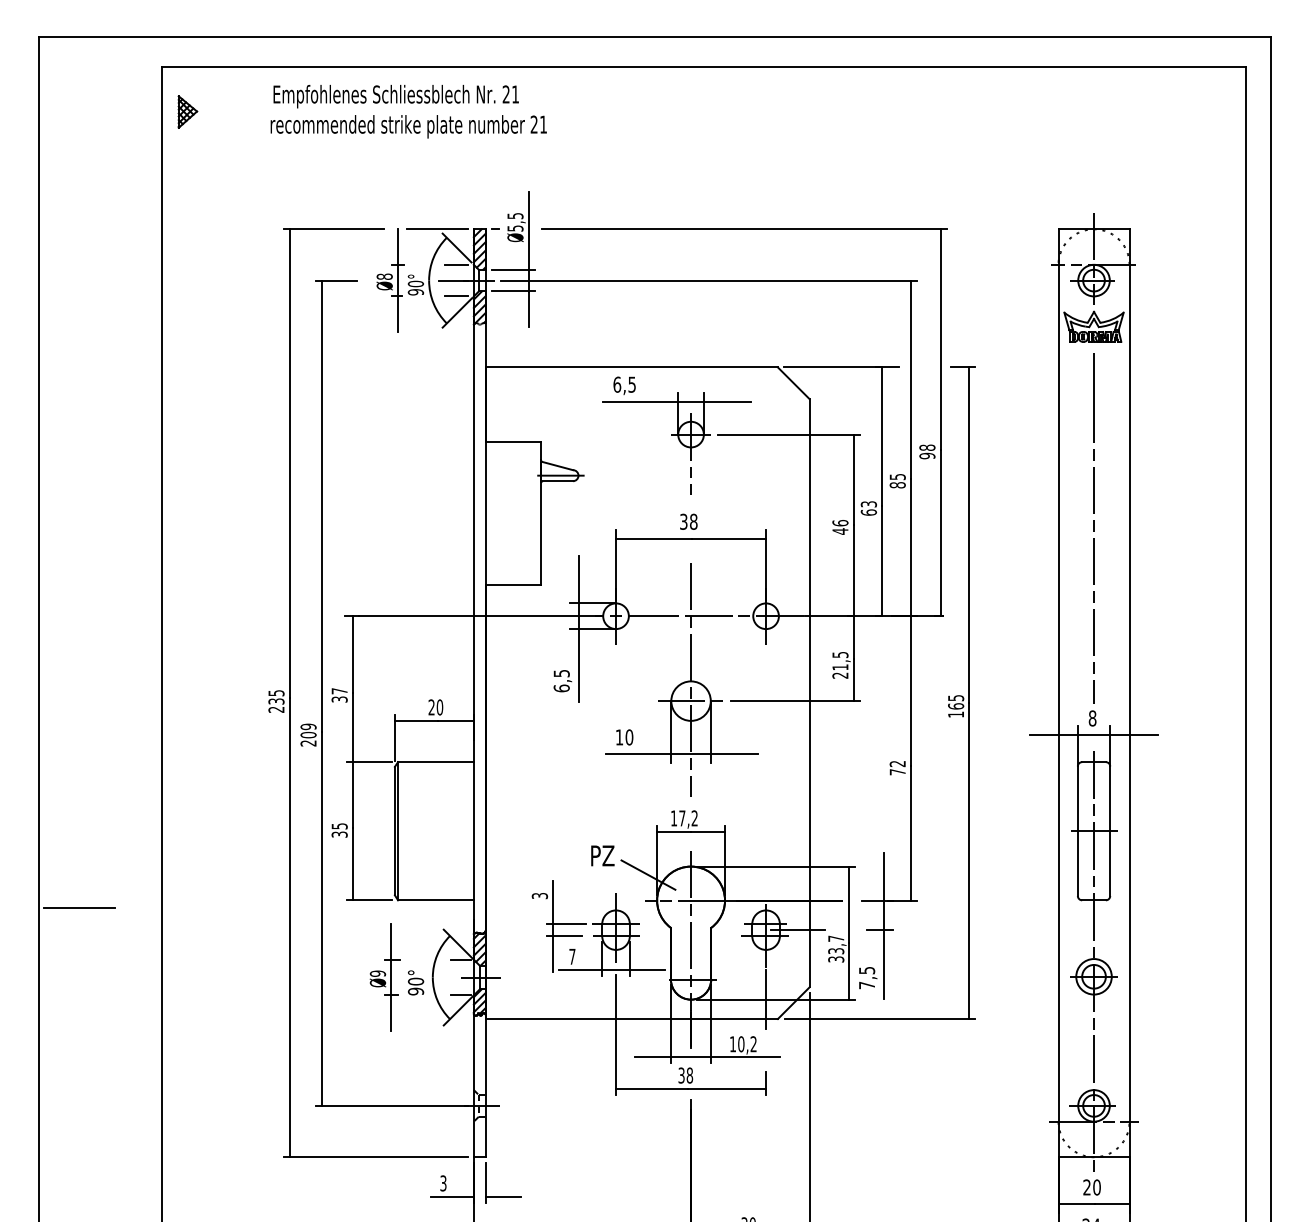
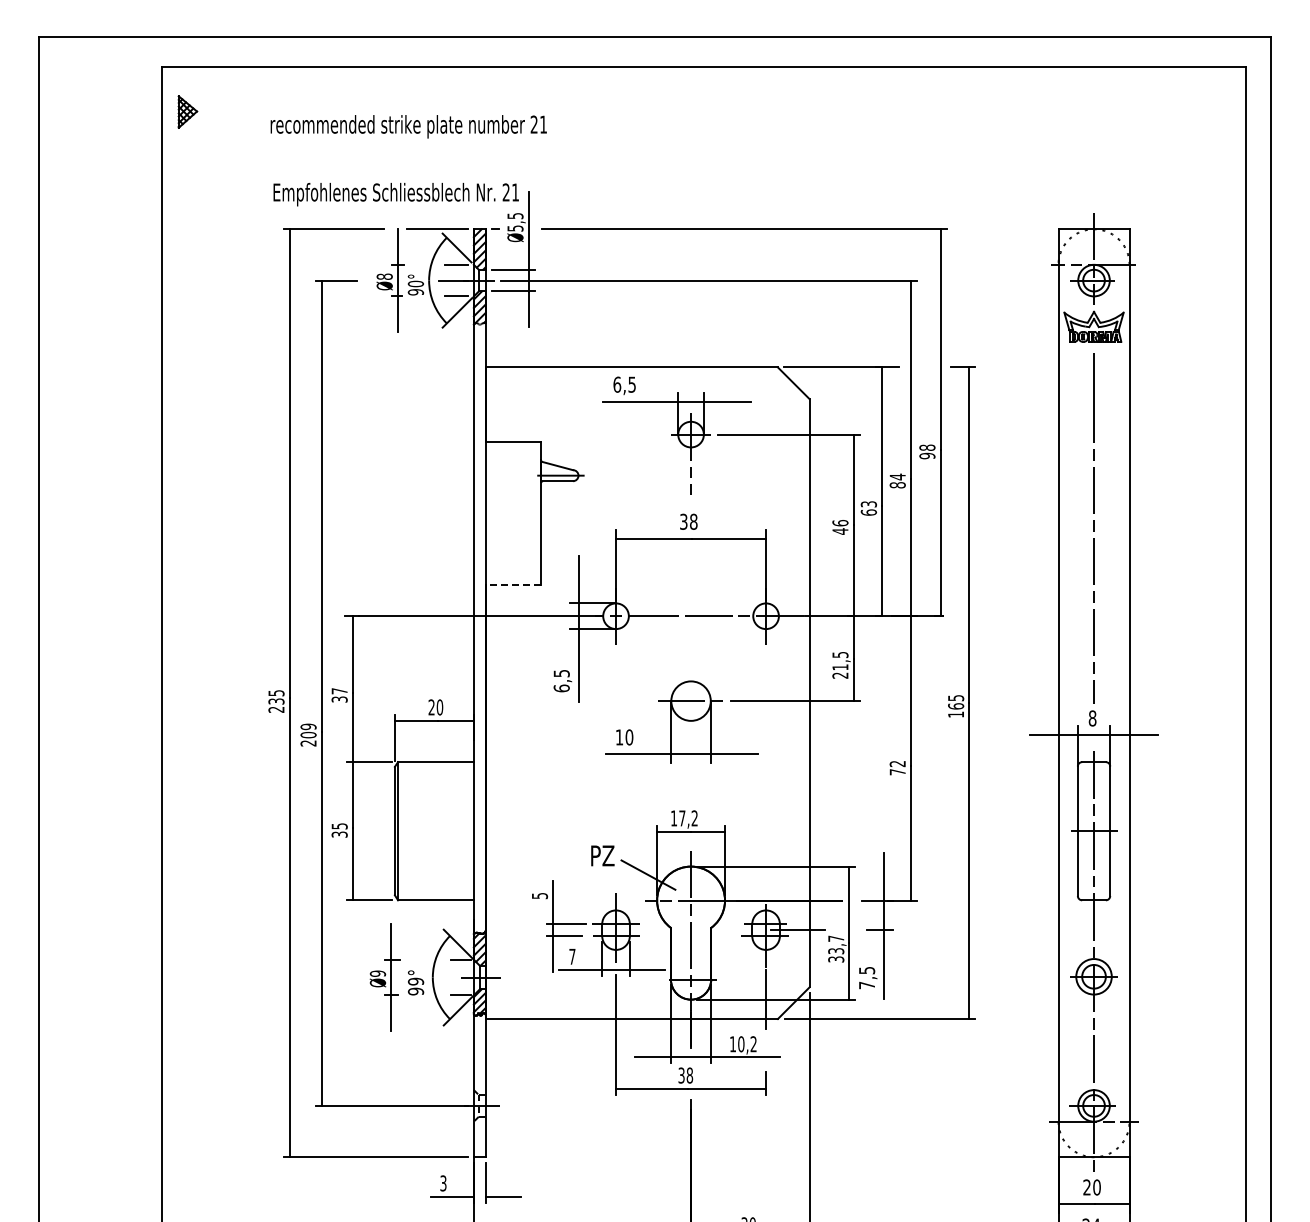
text at (395, 96) position: (395, 96) -> (395, 194)
text at (897, 476): 85 -> 84
line at (513, 584): solid -> dashed
line at (691, 679): present -> none
text at (539, 895): 3 -> 5
line at (79, 908): present -> none
text at (416, 981): 90° -> 99°
